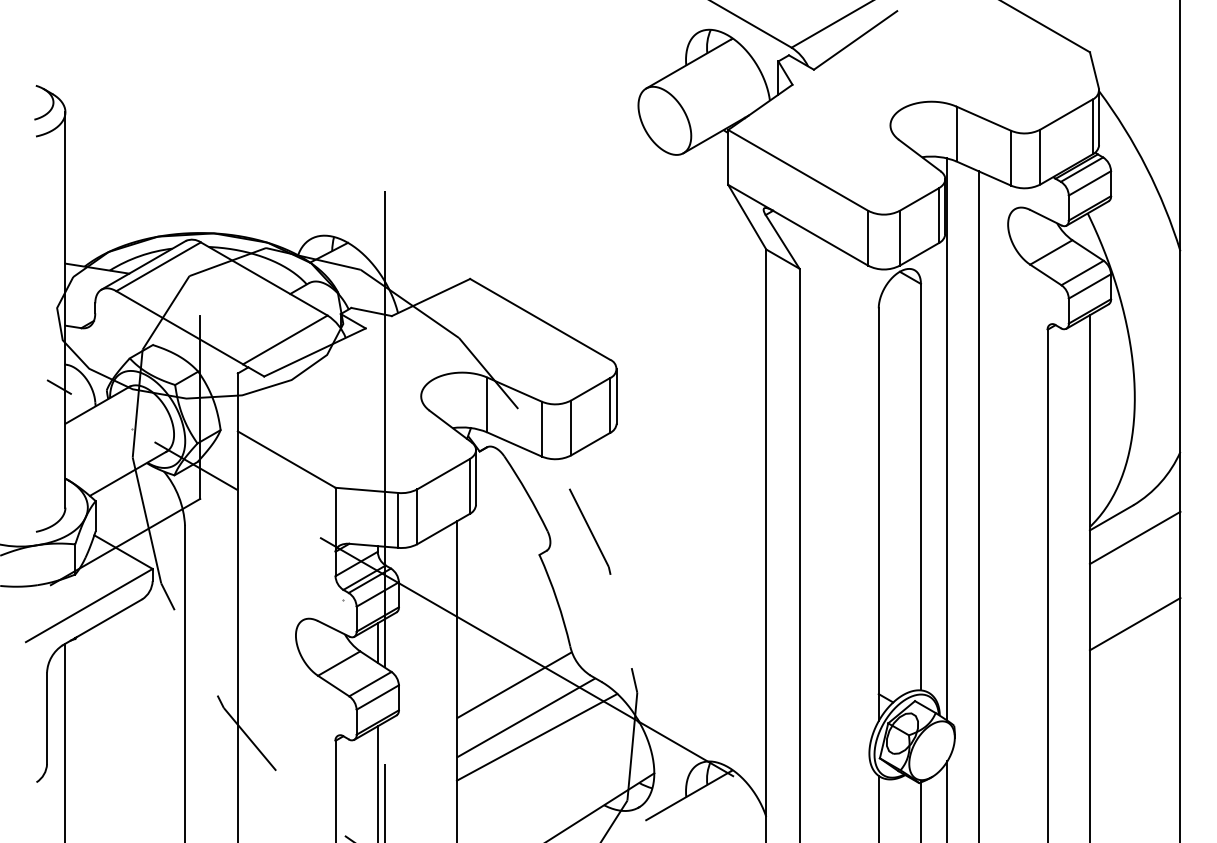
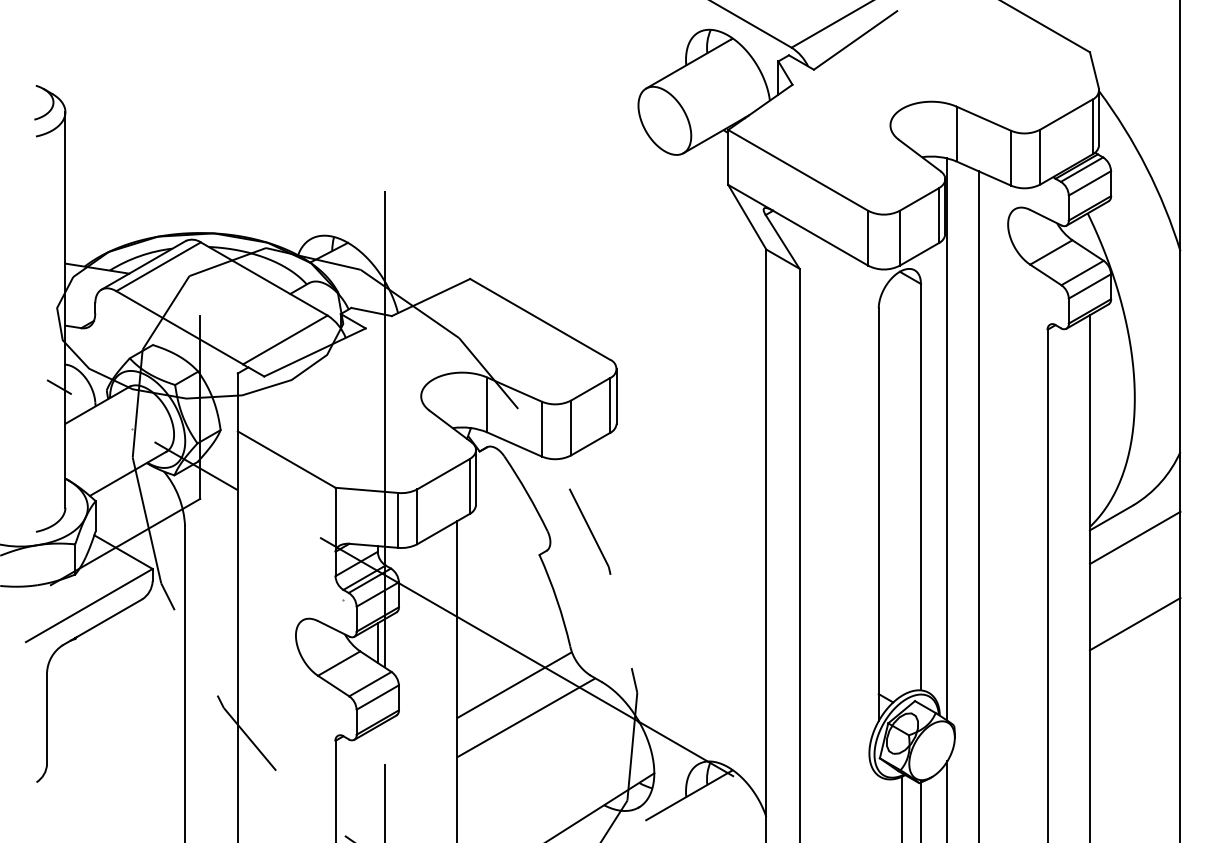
line at (536, 736): present -> none
line at (65, 741): present -> none
line at (377, 782): present -> none
line at (878, 807) position: (878, 807) -> (901, 807)
